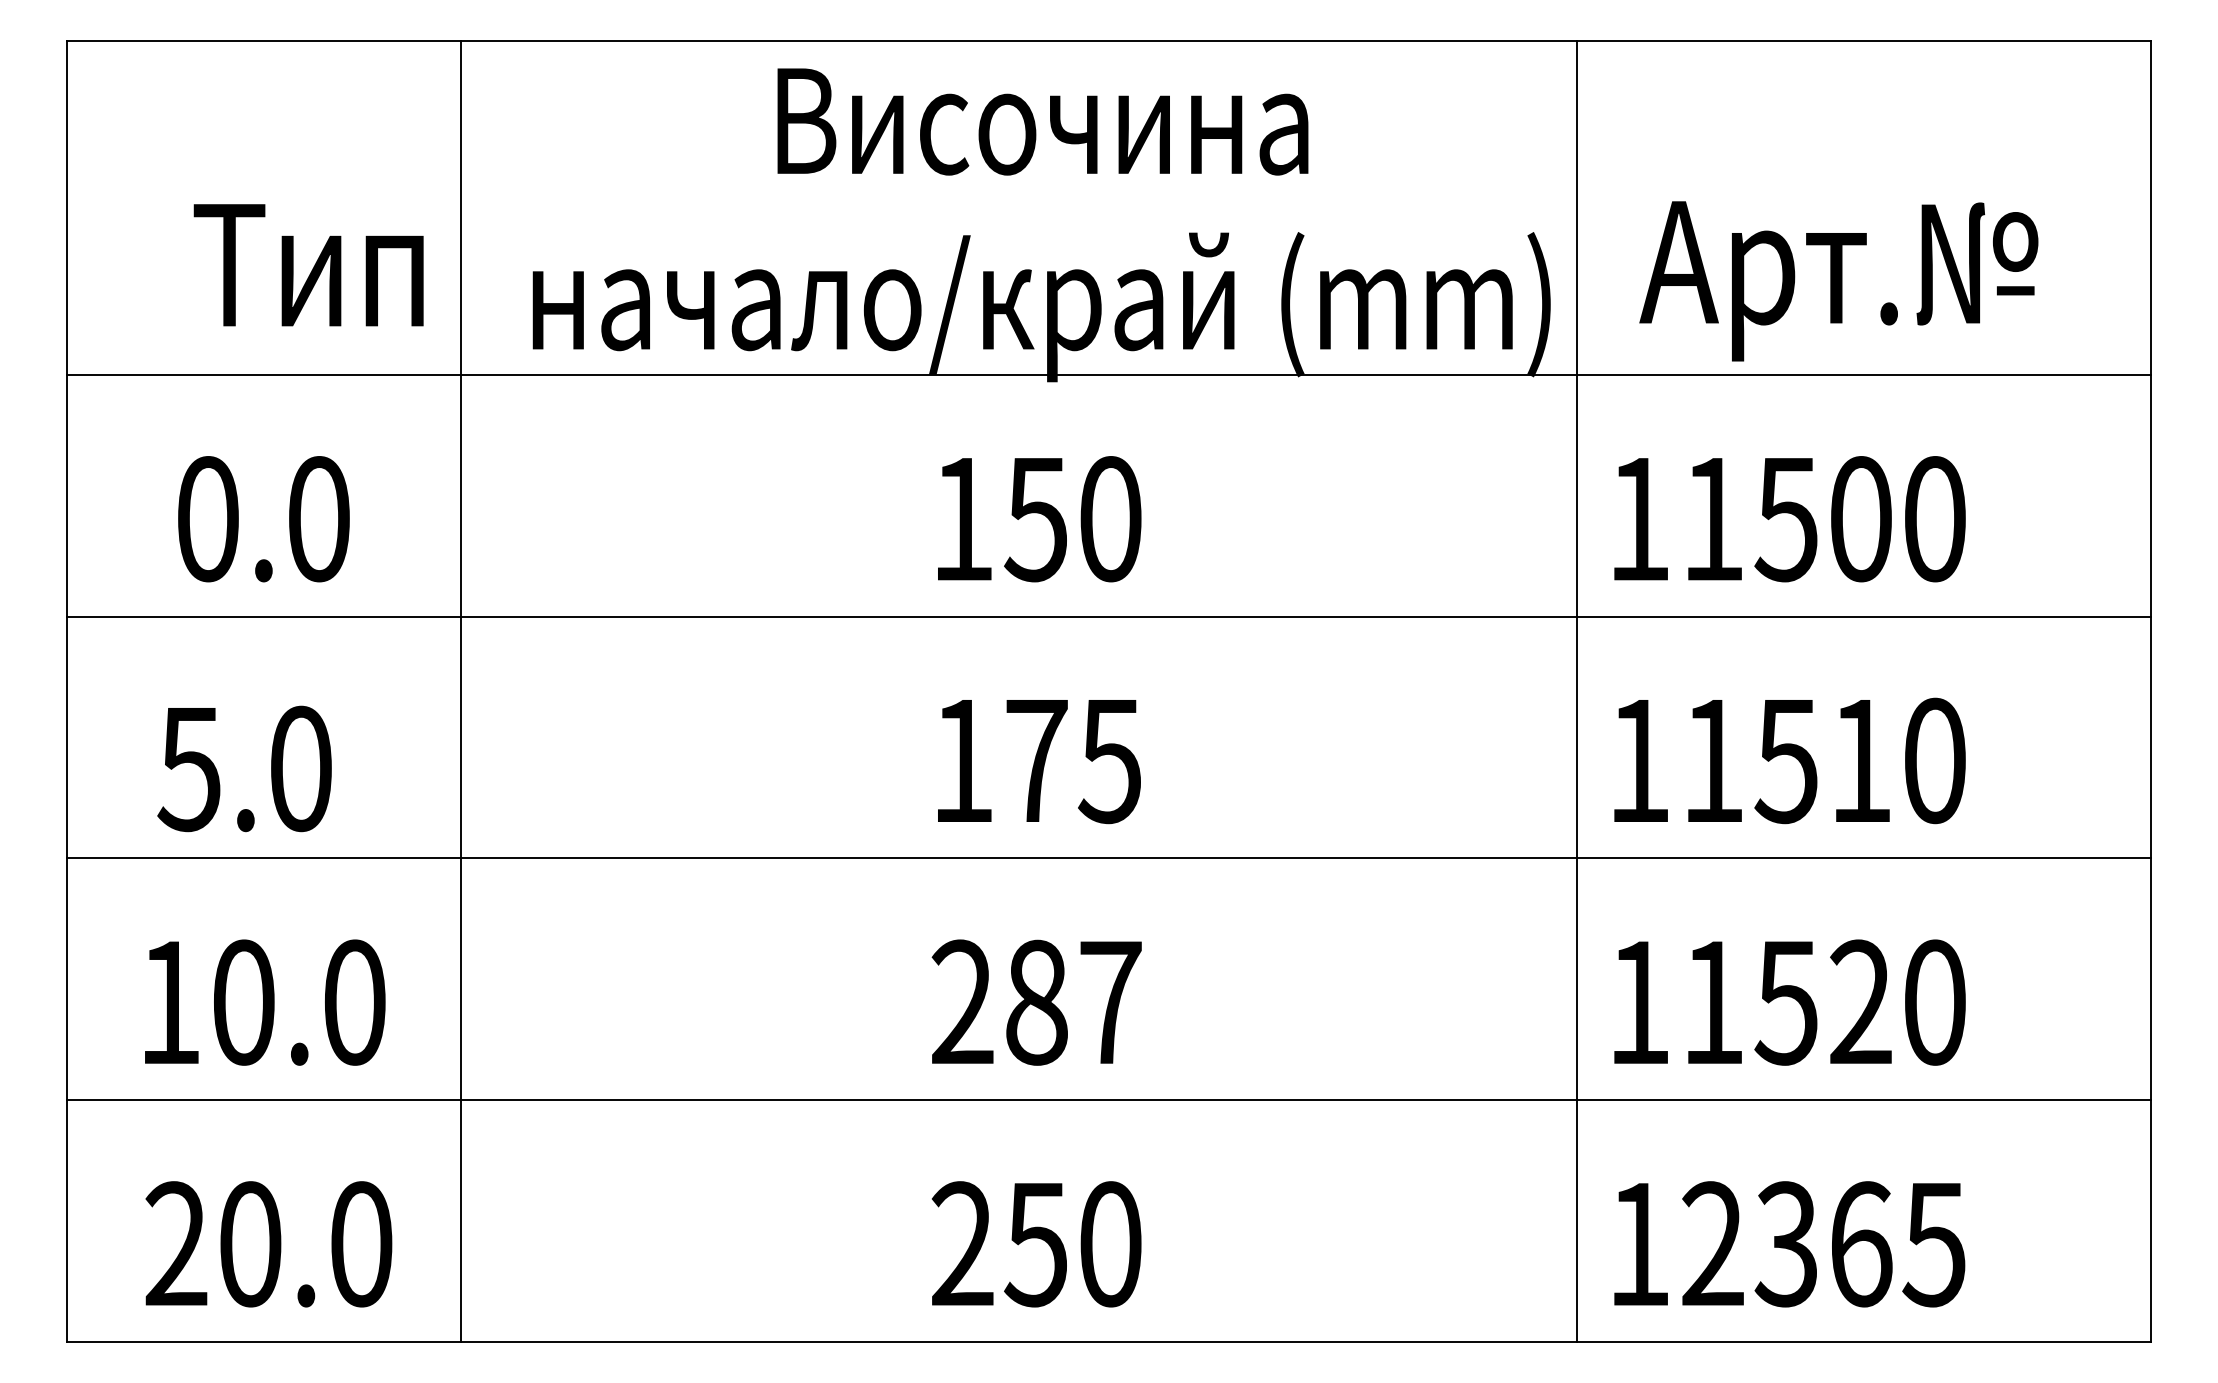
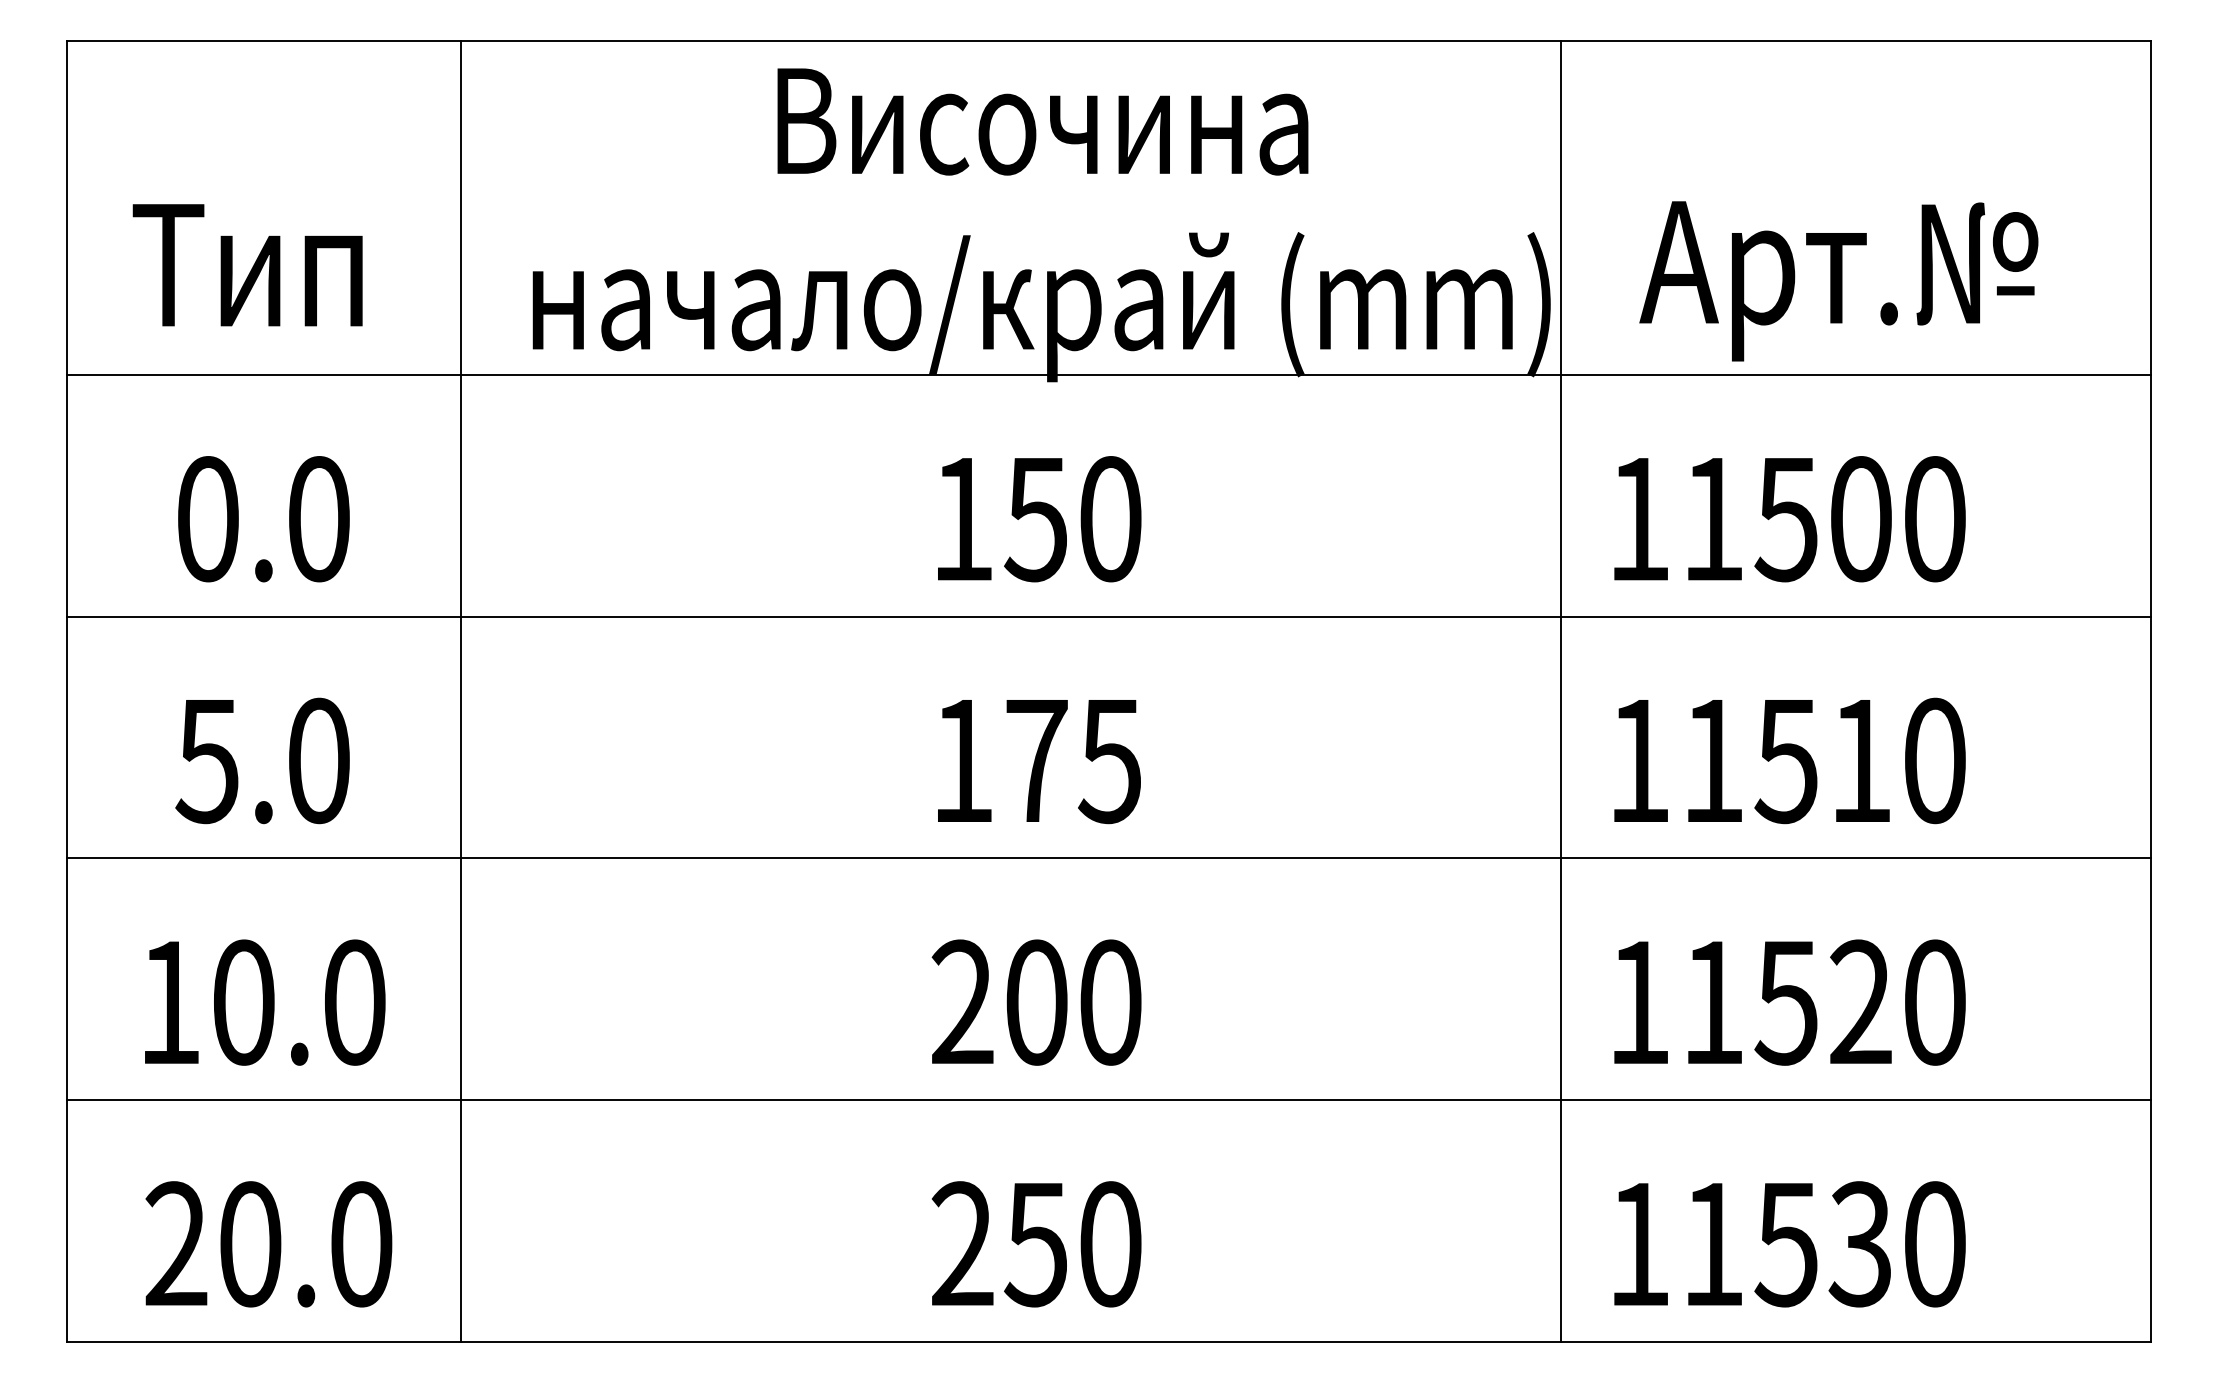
text at (308, 265) position: (308, 265) -> (247, 265)
line at (1576, 691) position: (1576, 691) -> (1560, 691)
text at (244, 768) position: (244, 768) -> (262, 760)
text at (1073, 1002): 287 -> 200
text at (1823, 1244): 12365 -> 11530
